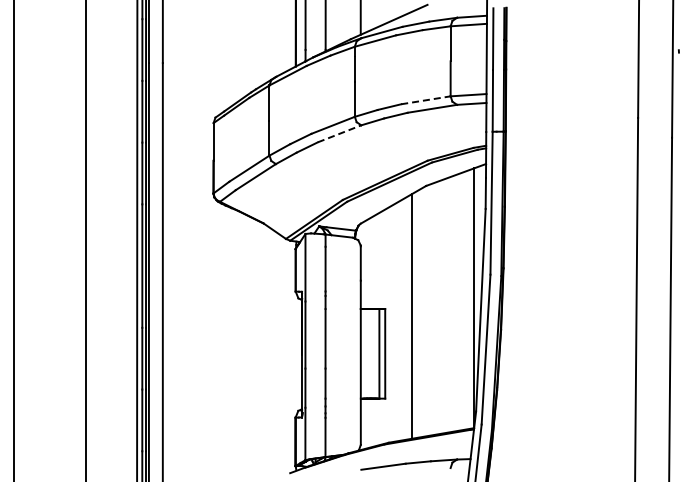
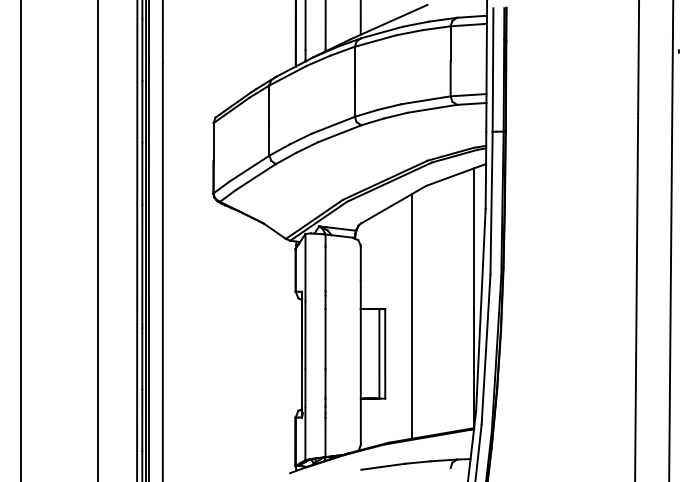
line at (426, 100): dashed -> solid
line at (340, 133): dashed -> solid
line at (14, 240) position: (14, 240) -> (21, 240)
line at (85, 240) position: (85, 240) -> (97, 240)
